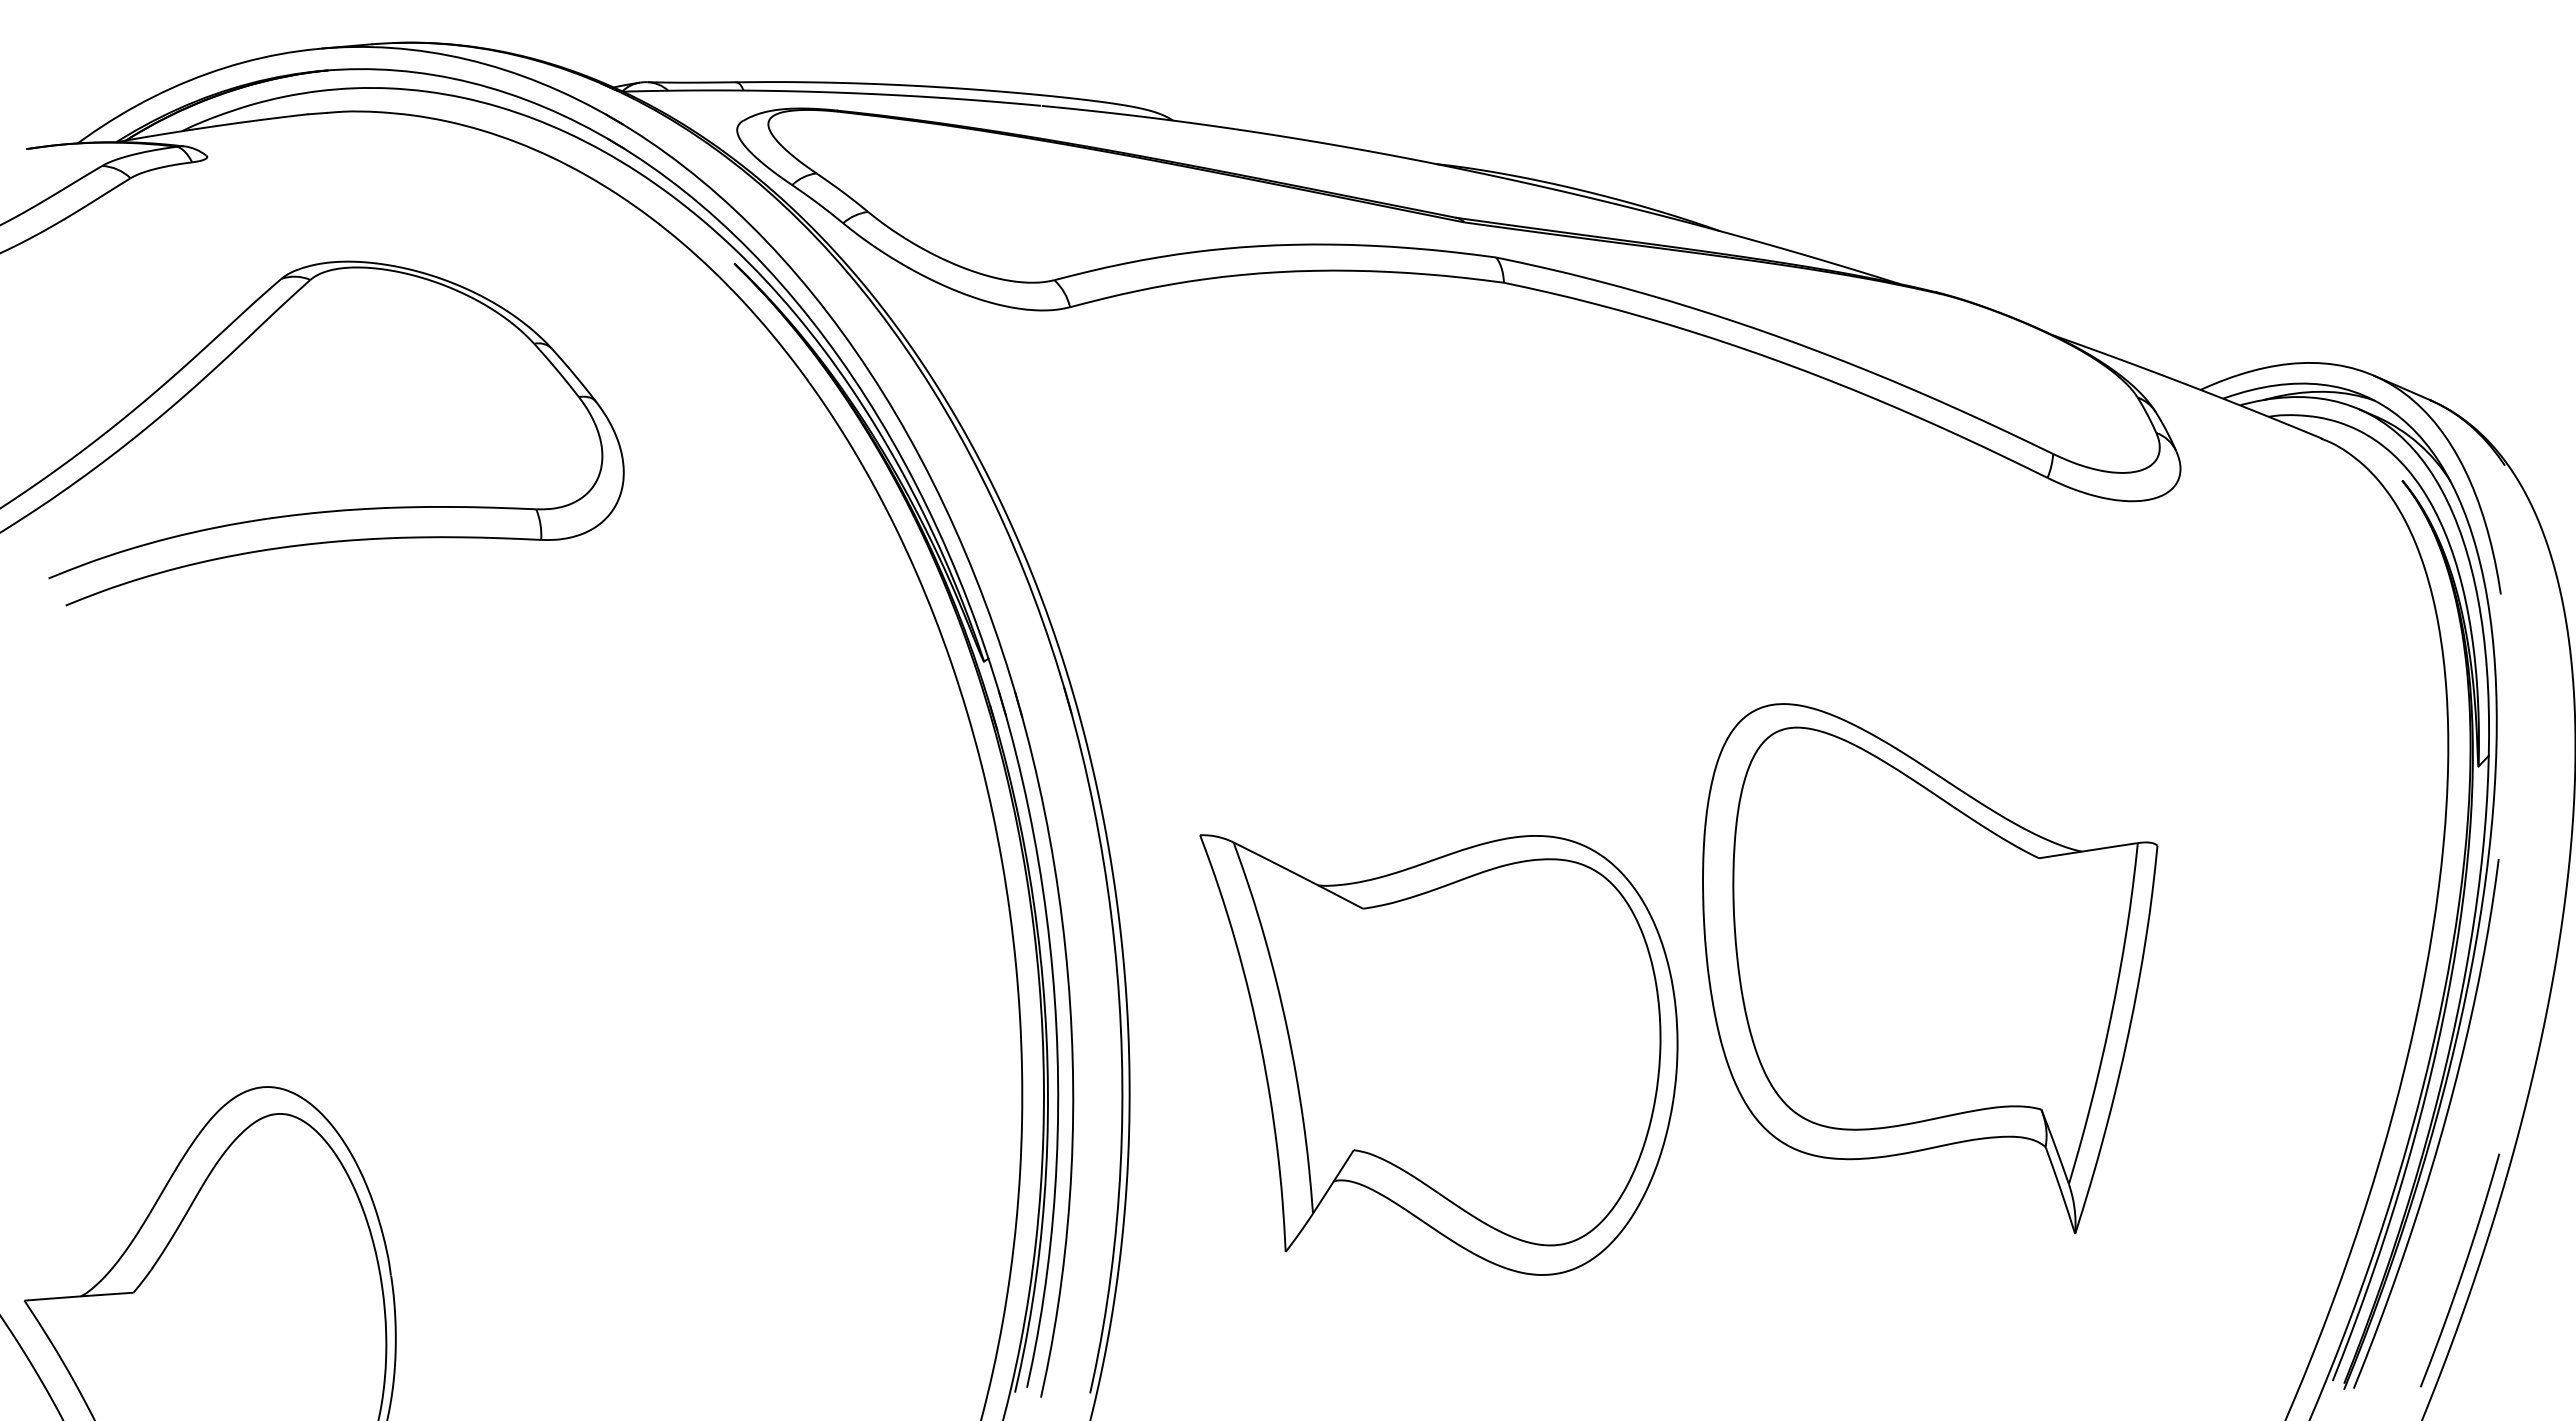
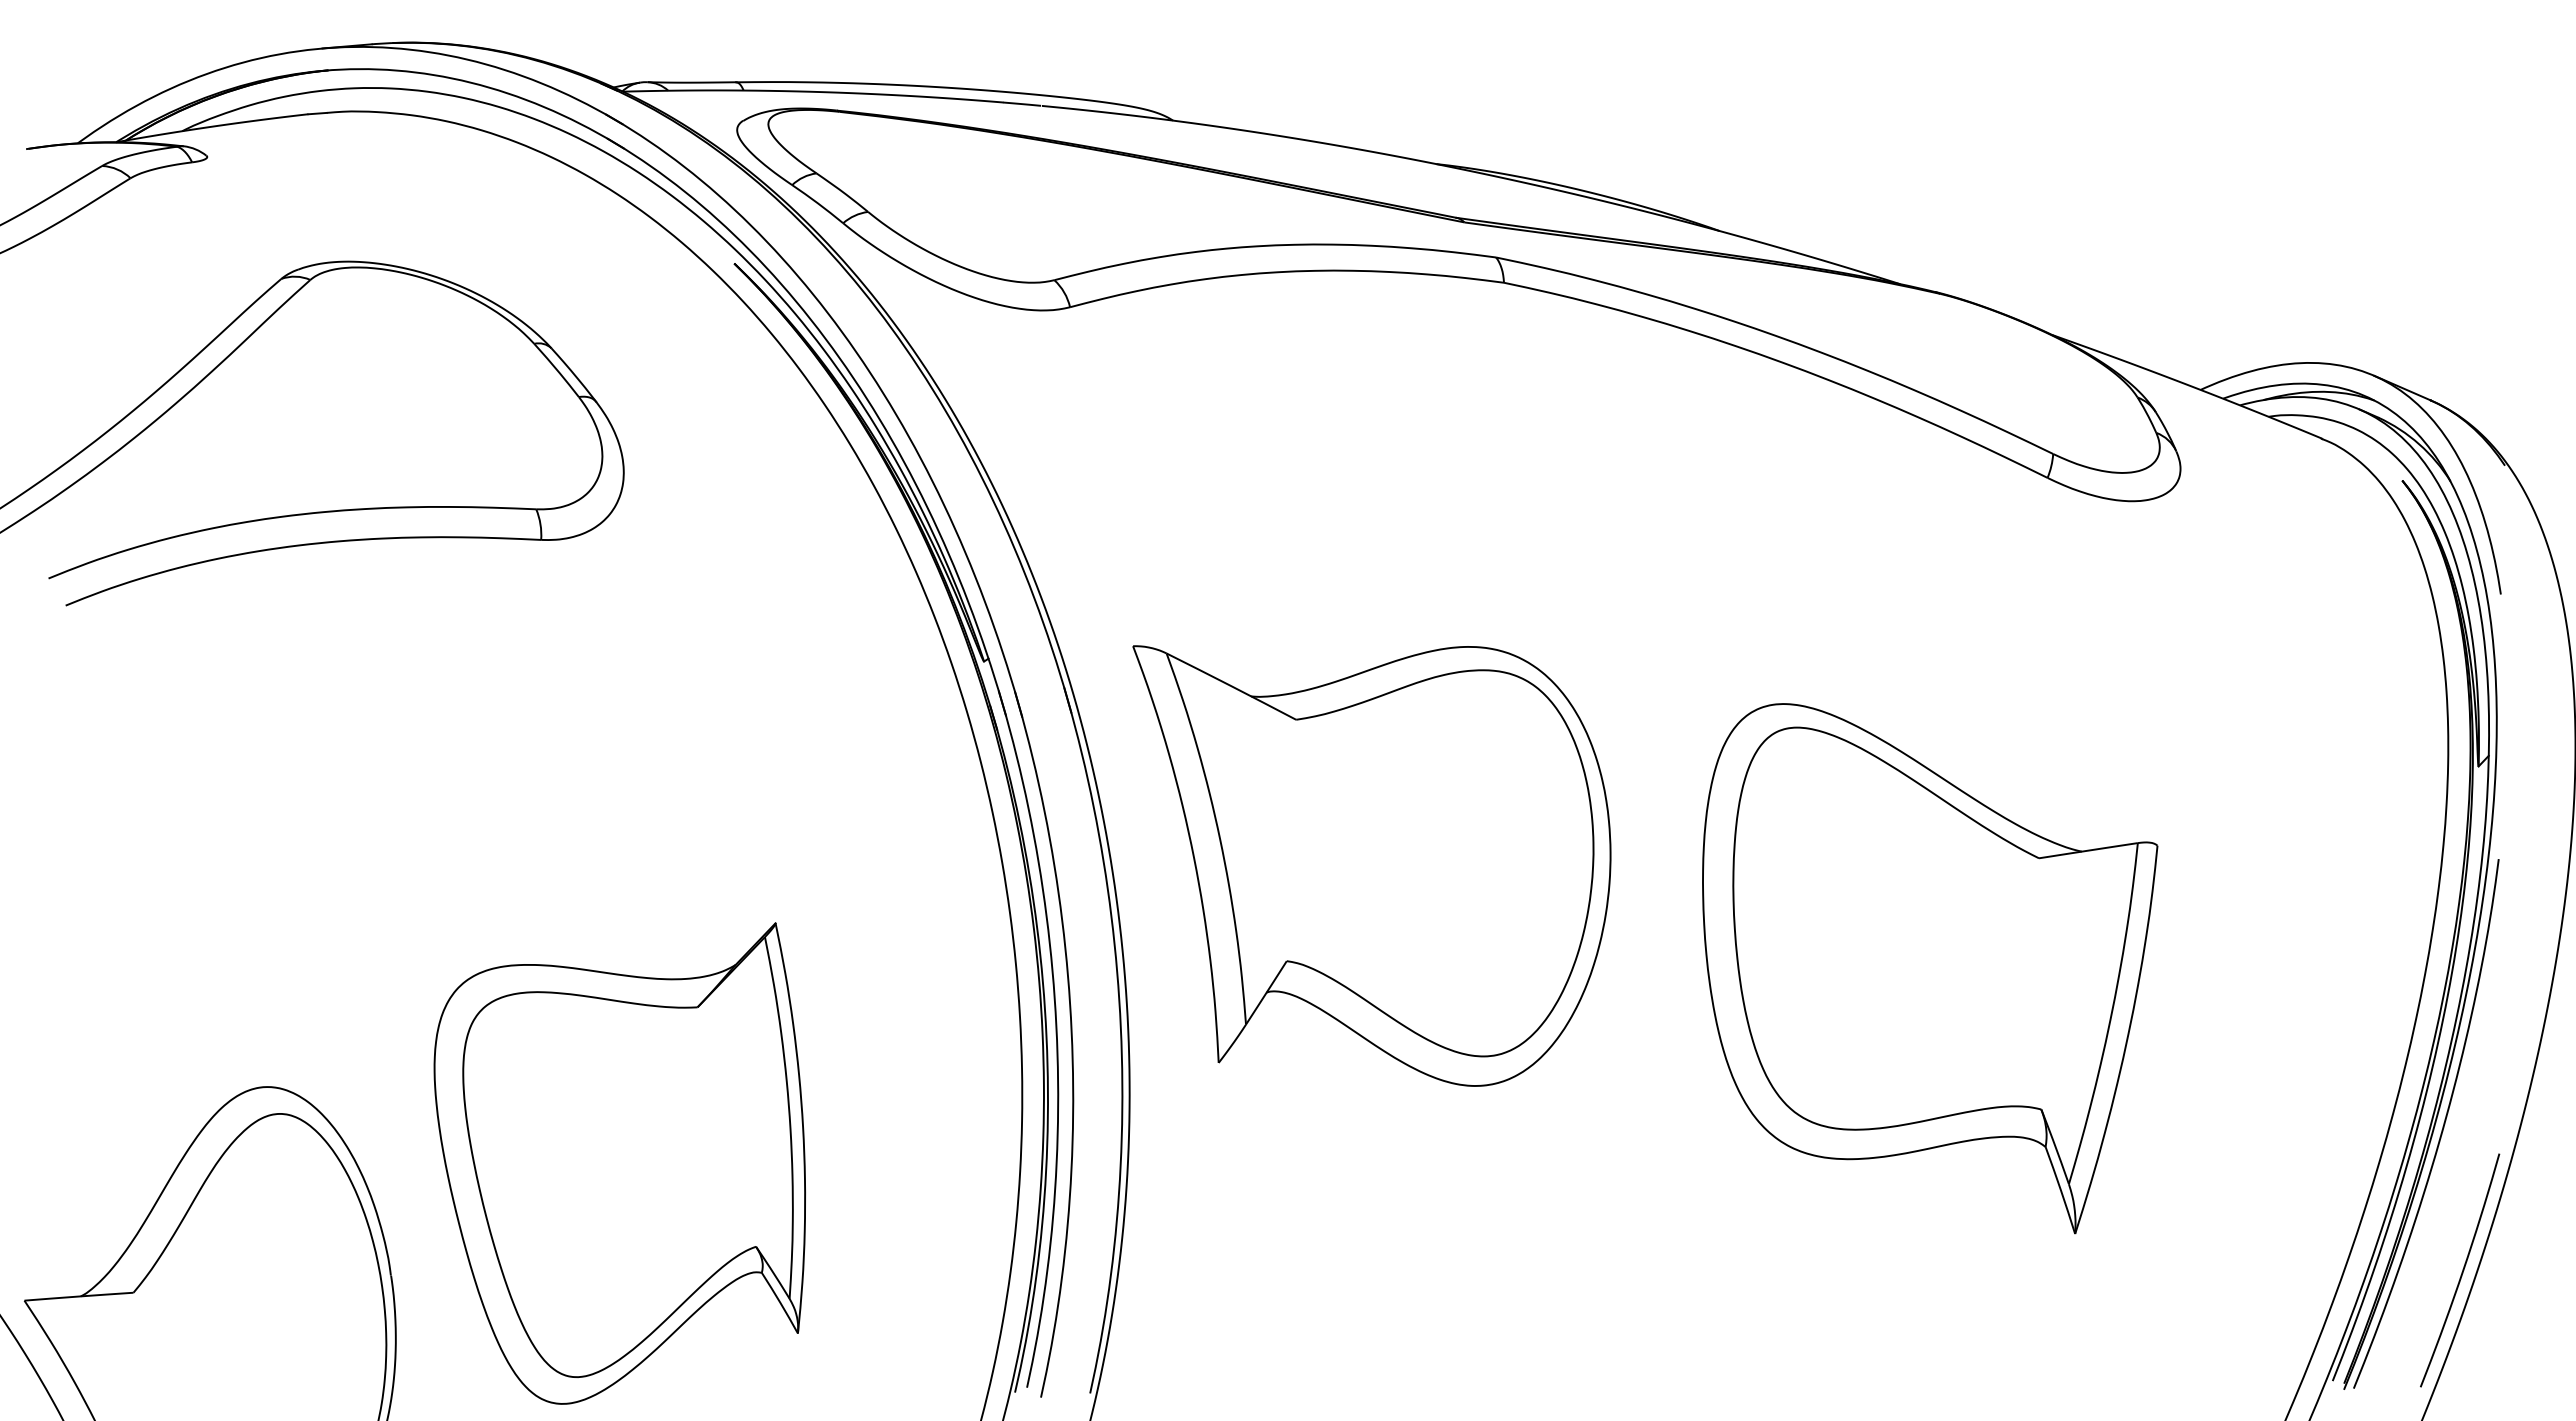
part at (1438, 1054) position: (1438, 1054) -> (1371, 865)
part at (619, 1163): none -> present
